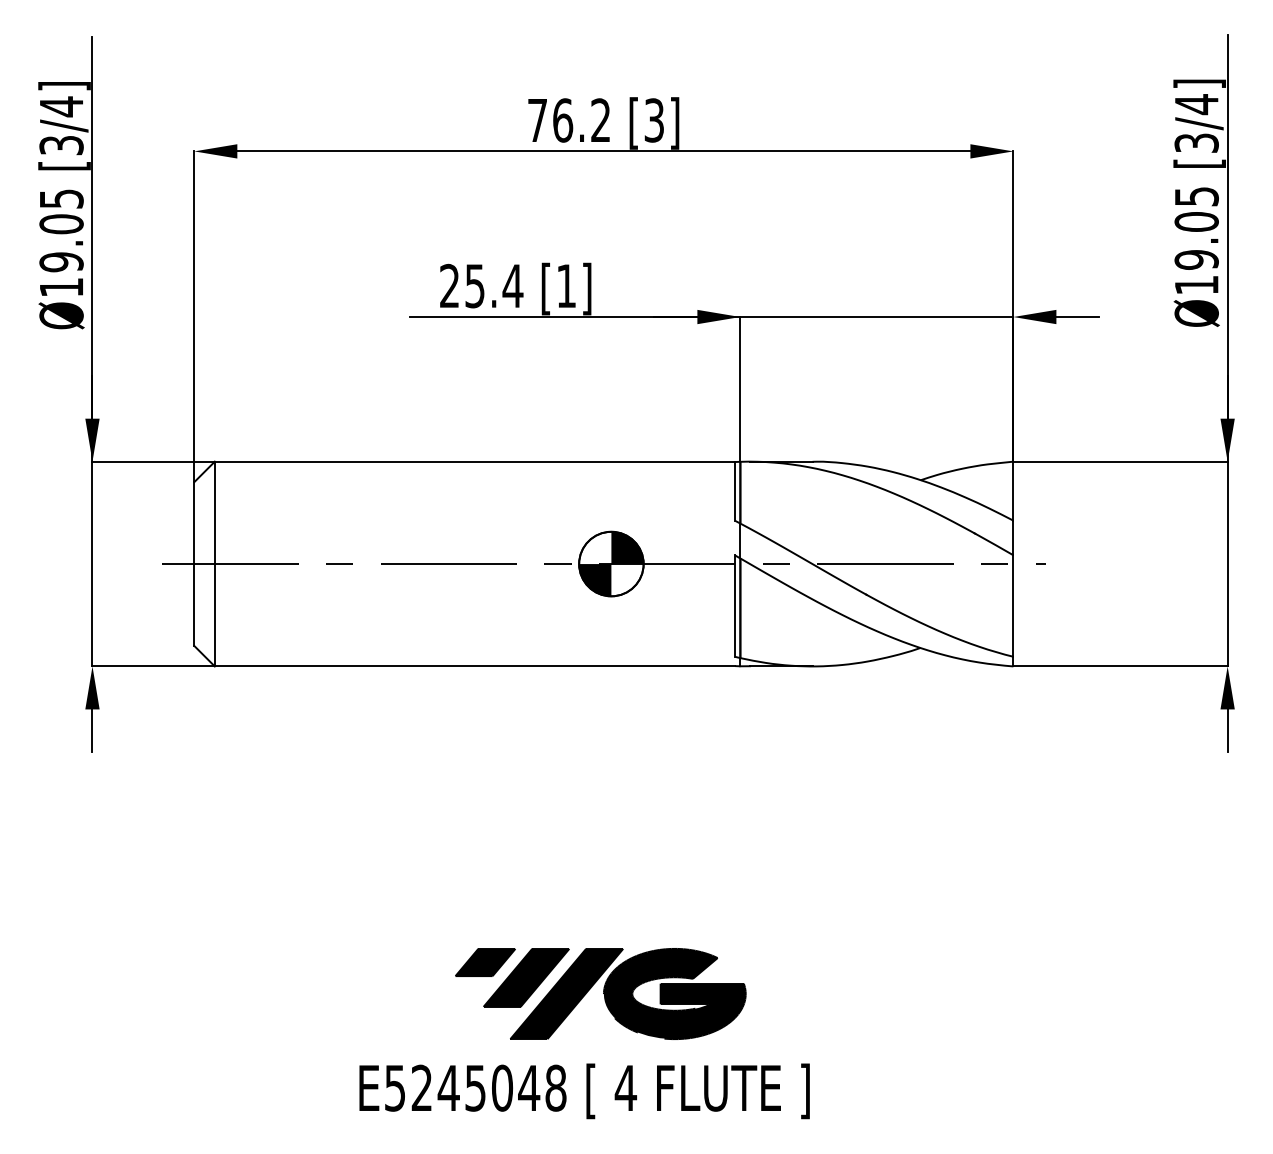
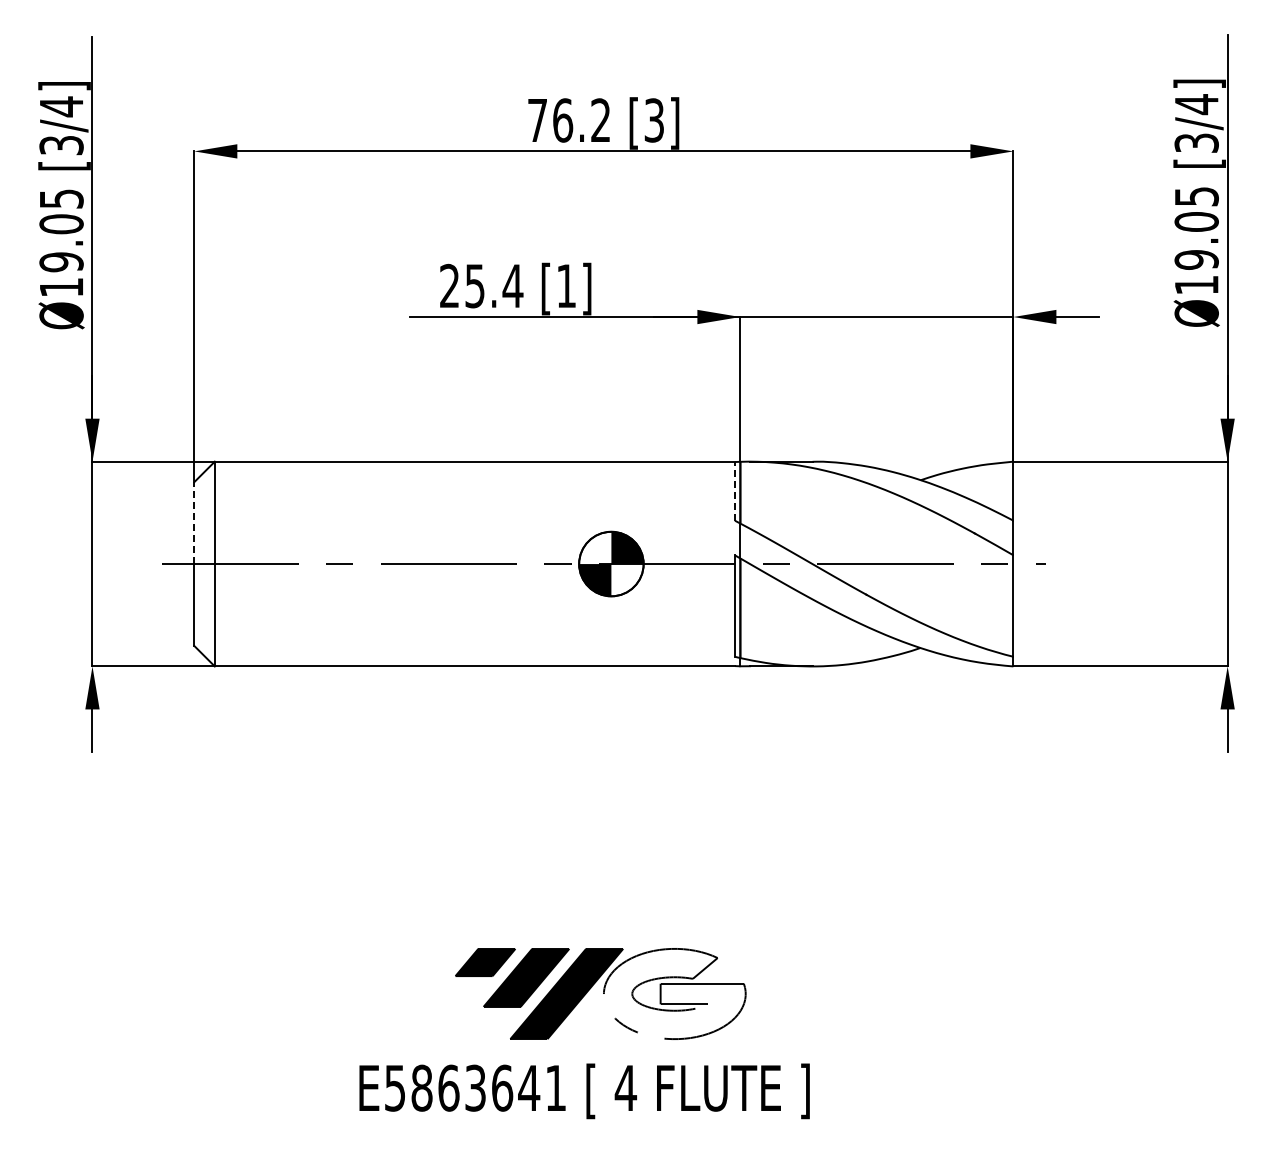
line at (735, 491): solid -> dashed
line at (194, 523): solid -> dashed
fill at (674, 993): present -> none
text at (488, 1087): E5245048 -> E5863641
